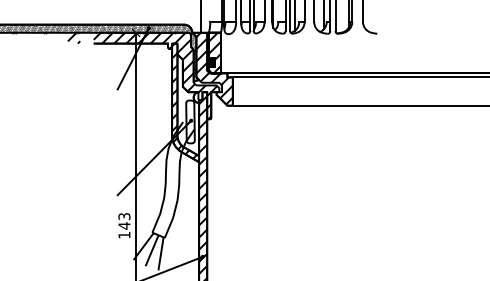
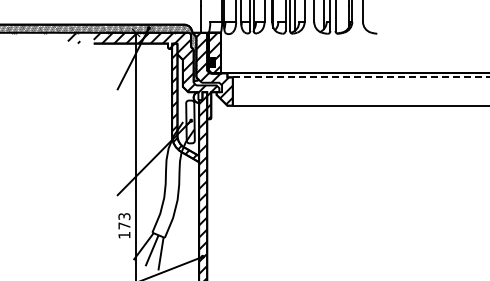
line at (361, 77): solid -> dashed
text at (124, 225): 143 -> 173
